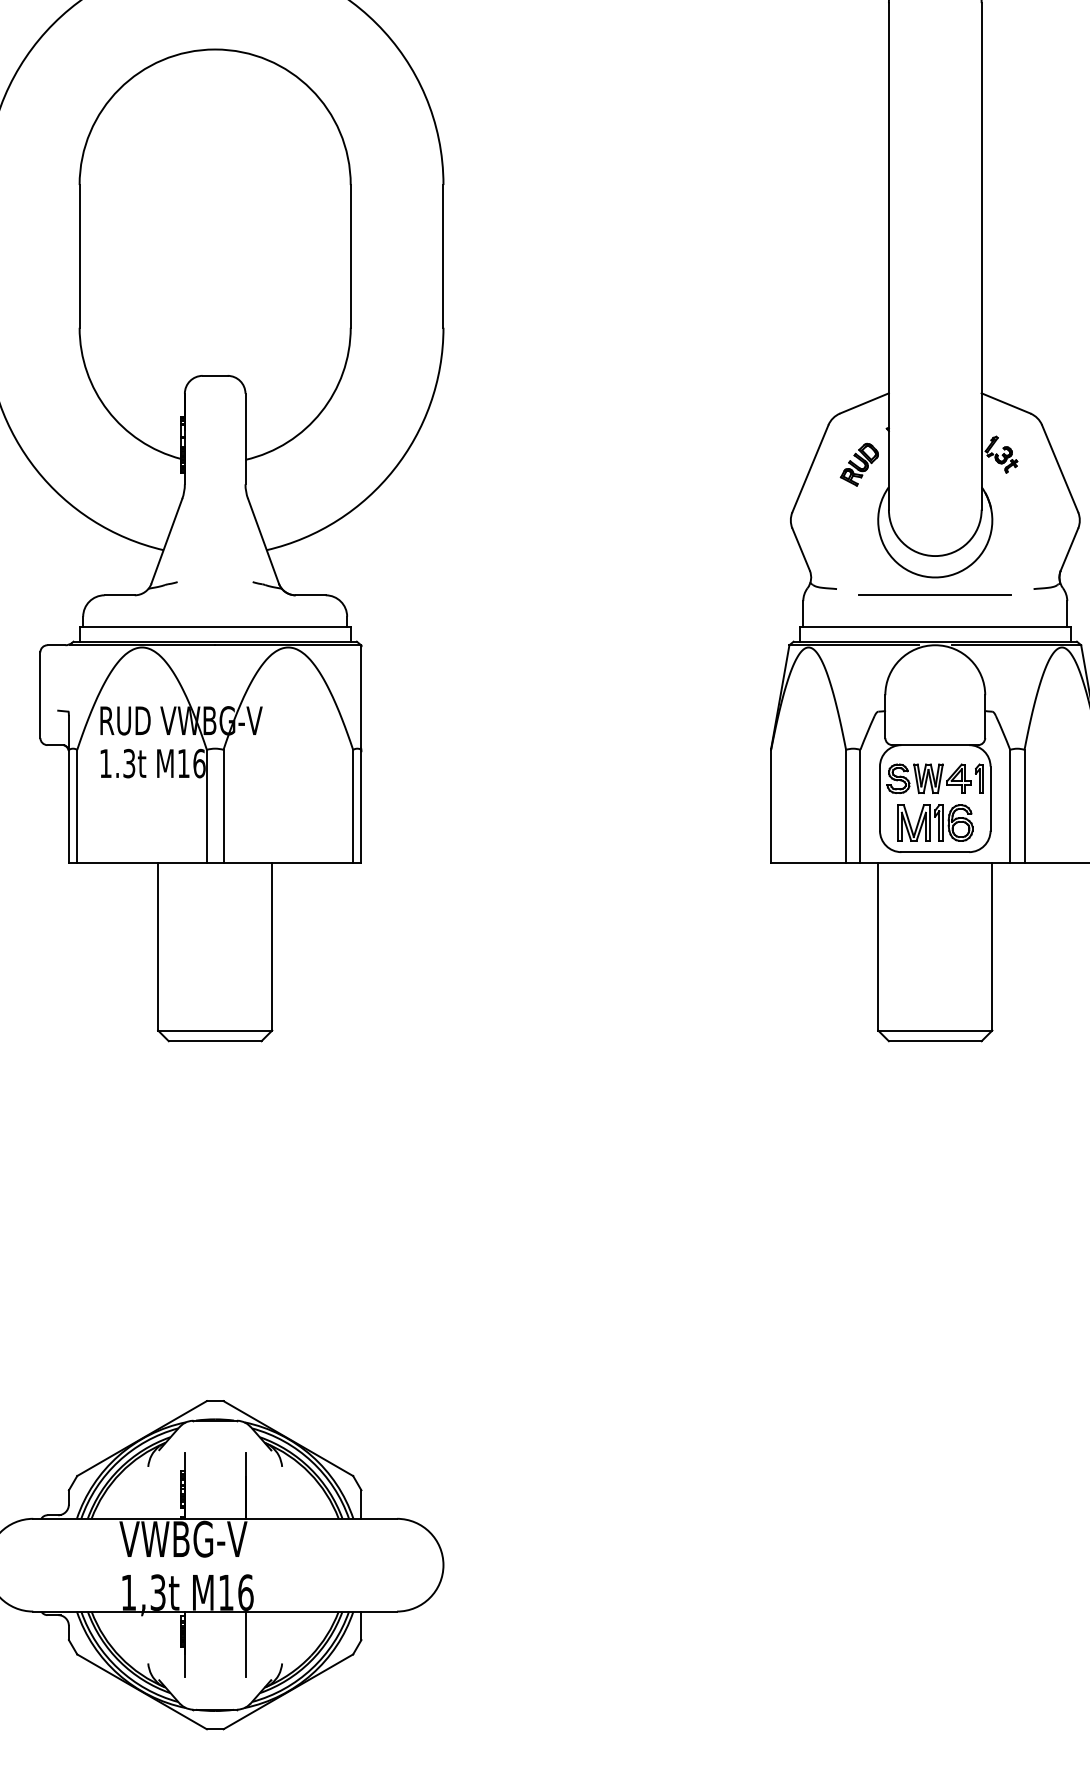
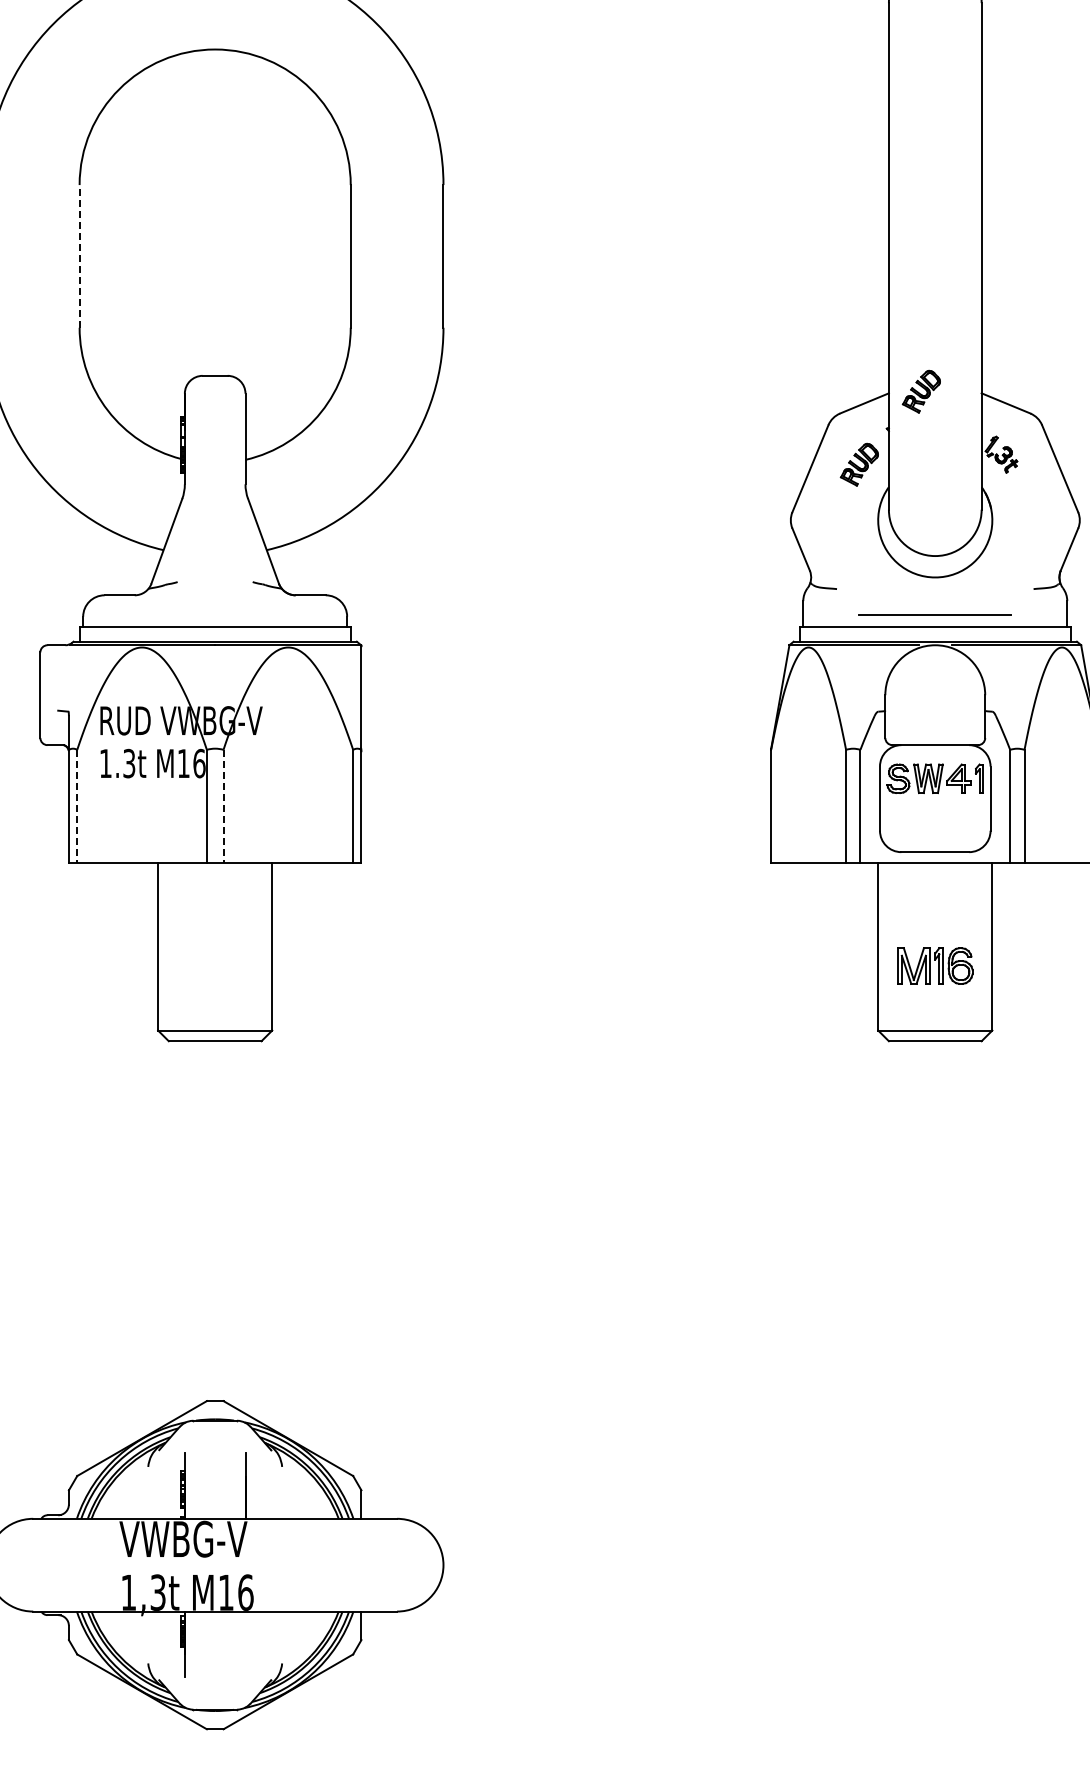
line at (79, 255): solid -> dashed
part at (920, 391): none -> present
line at (934, 594) position: (934, 594) -> (934, 614)
line at (77, 806): solid -> dashed
line at (223, 806): solid -> dashed
part at (935, 822) position: (935, 822) -> (935, 965)
line at (245, 1644): present -> none
